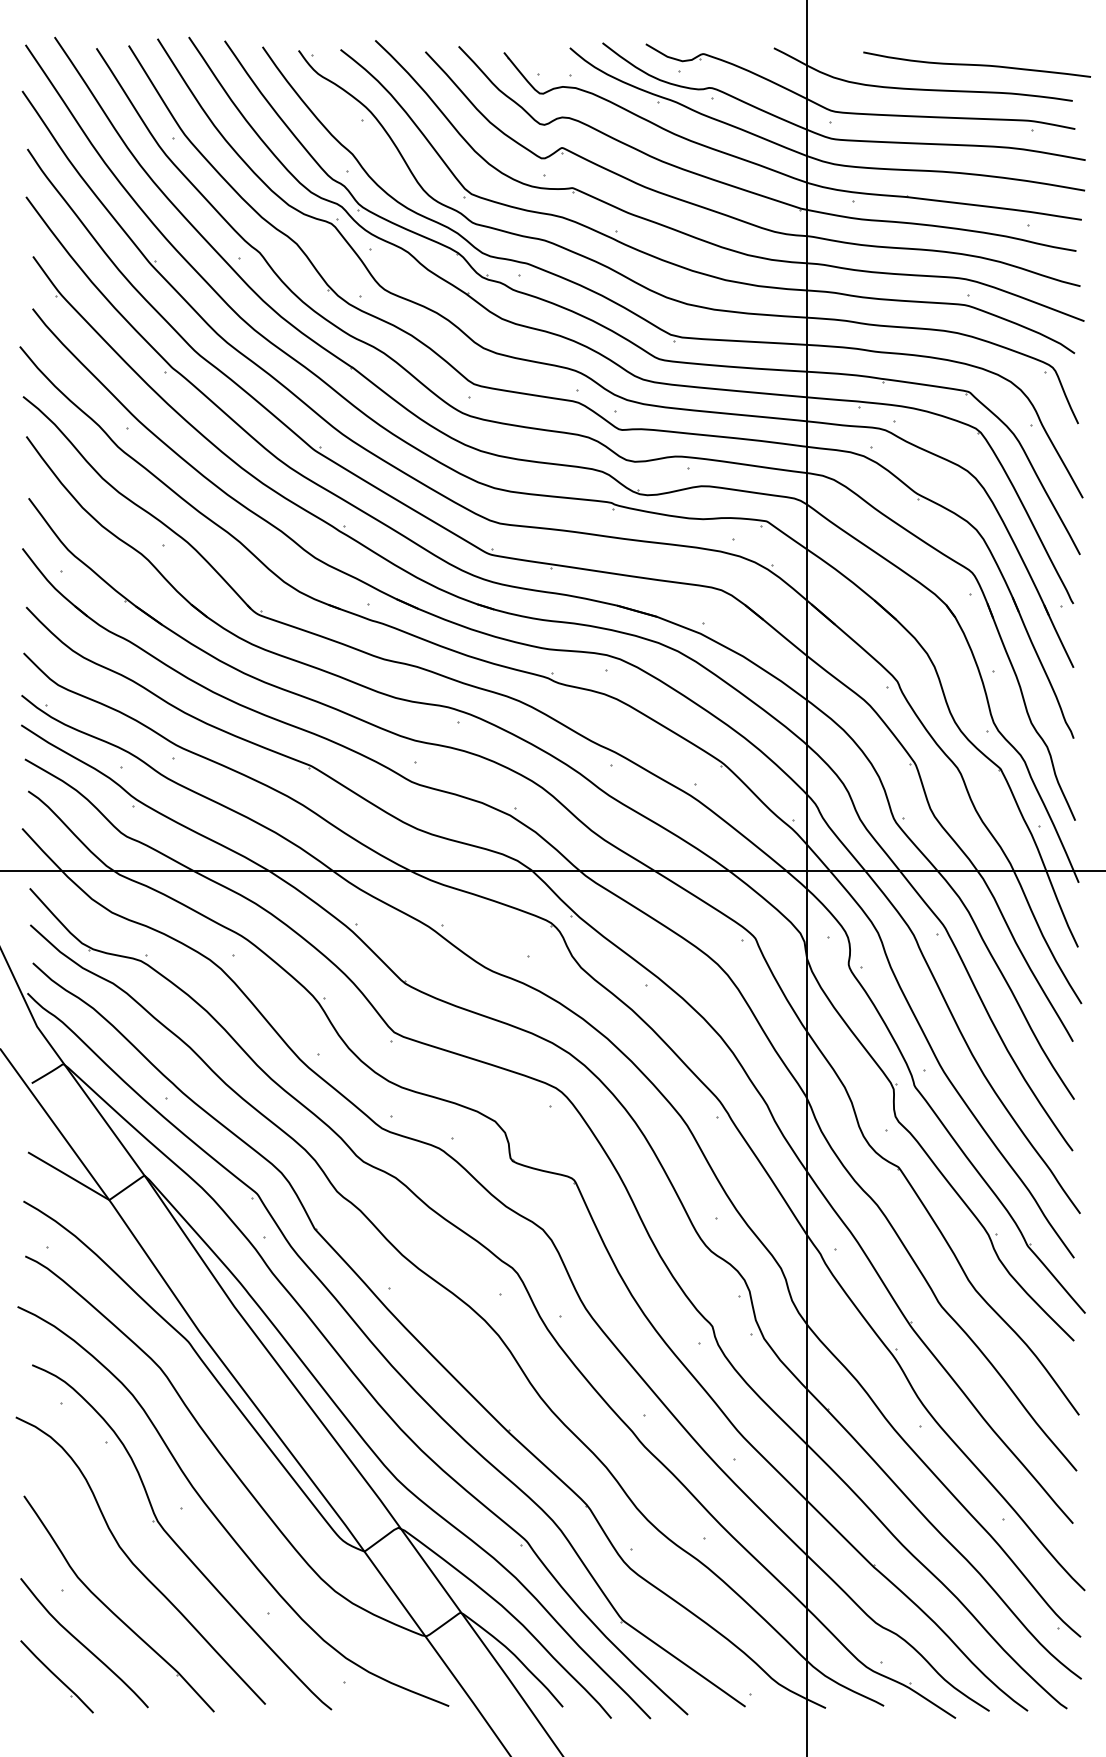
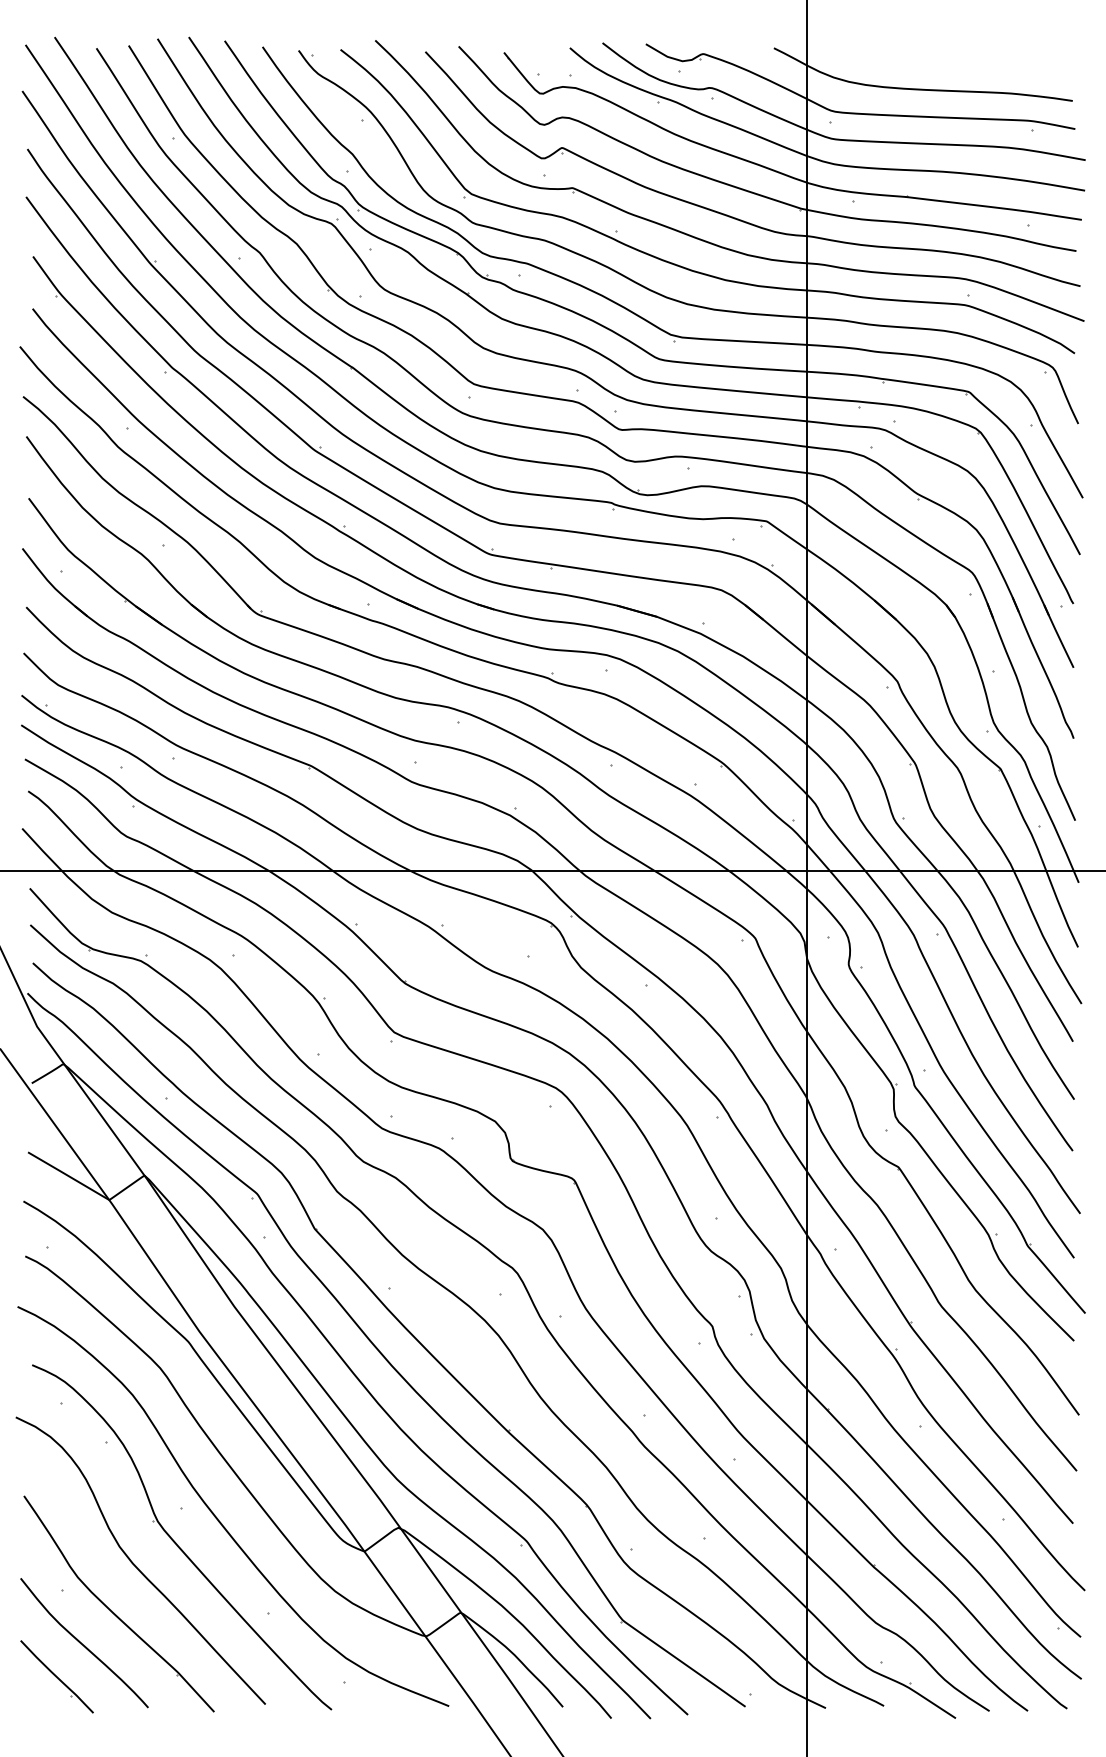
curve at (976, 64): present -> none
